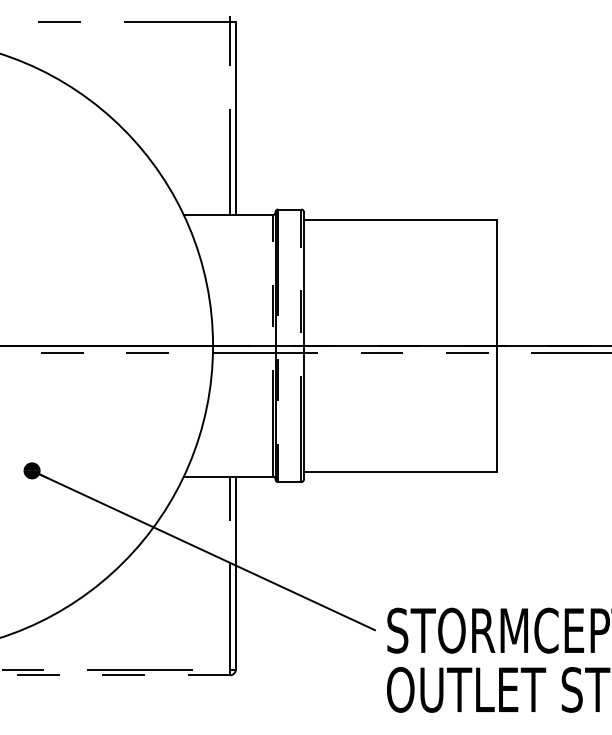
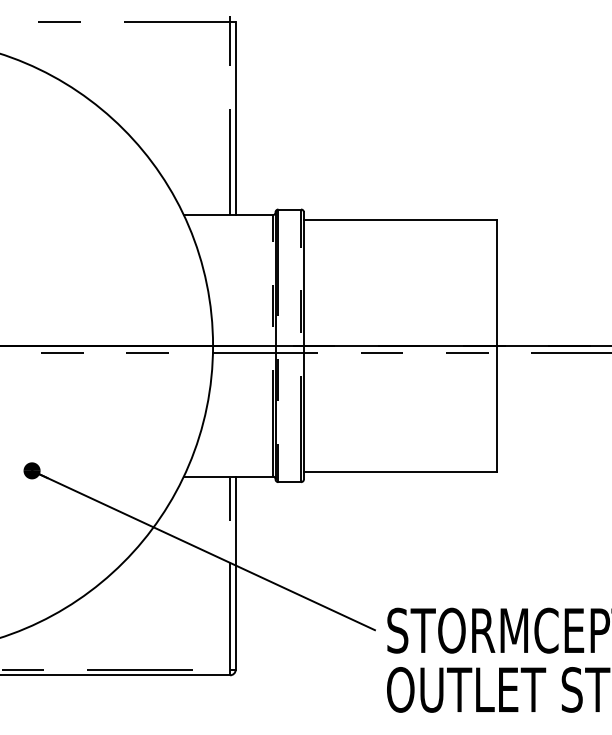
line at (115, 675): dashed -> solid
